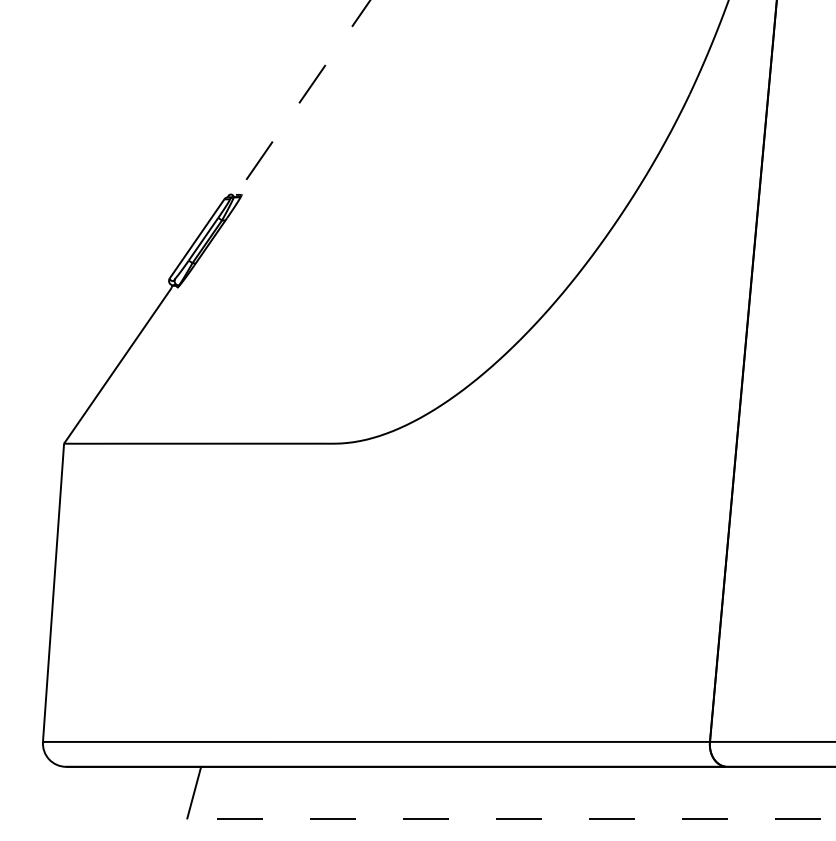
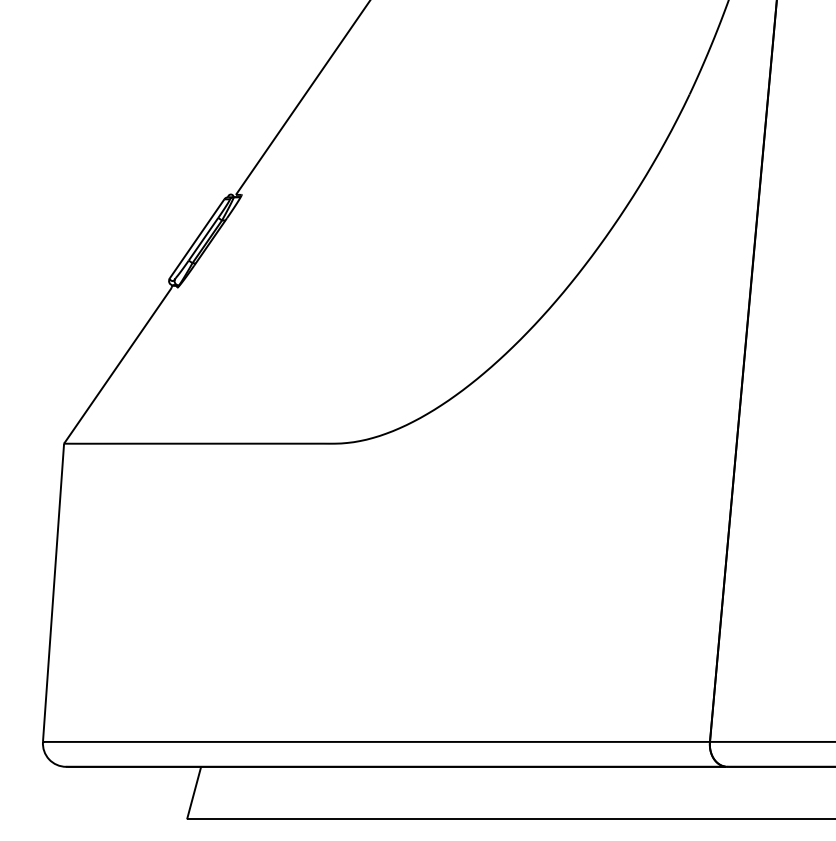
line at (302, 97): dashed -> solid
line at (510, 819): dashed -> solid
